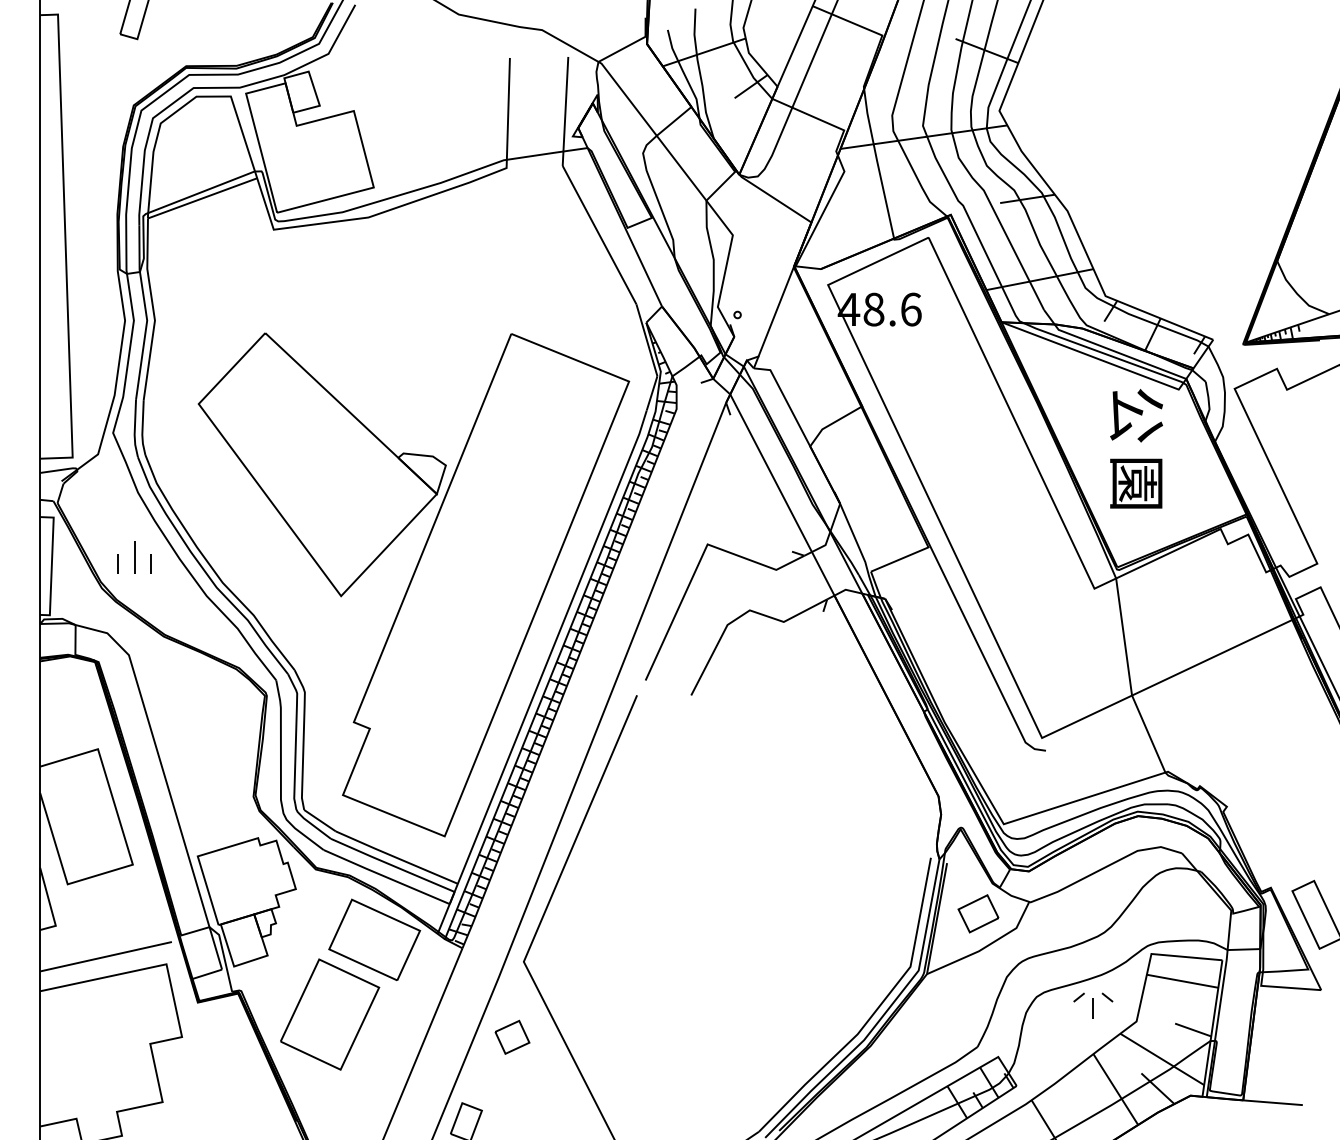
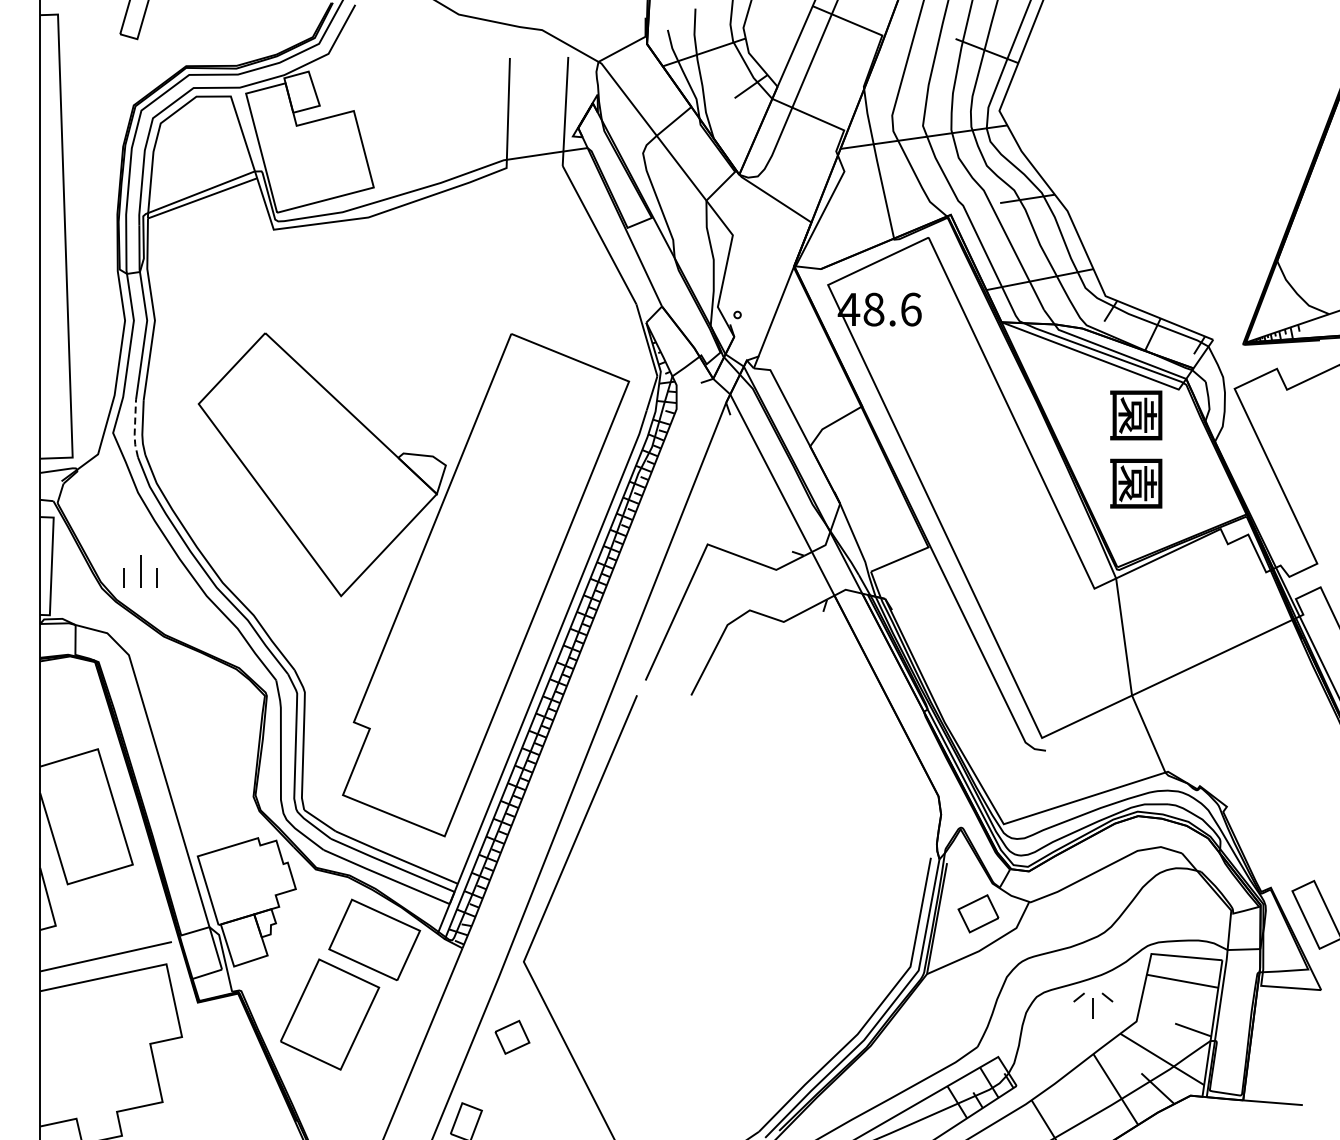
text at (1136, 415): 公 -> 園
line at (134, 429): solid -> dashed
part at (134, 557) position: (134, 557) -> (140, 571)
